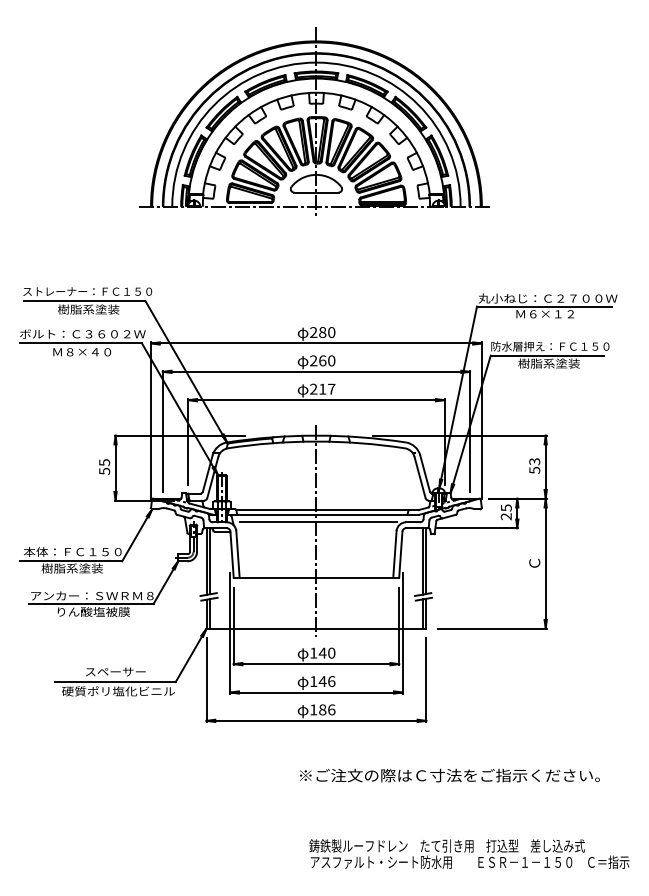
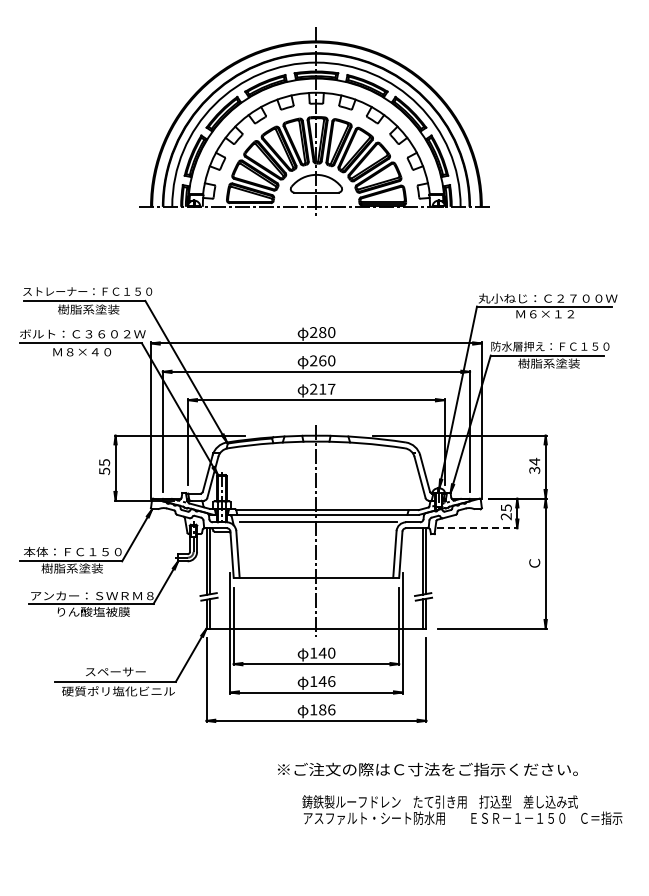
text at (534, 465): 53 -> 34
line at (477, 528): solid -> dashed
text at (449, 775) position: (449, 775) -> (427, 769)
text at (469, 853) position: (469, 853) -> (462, 809)
